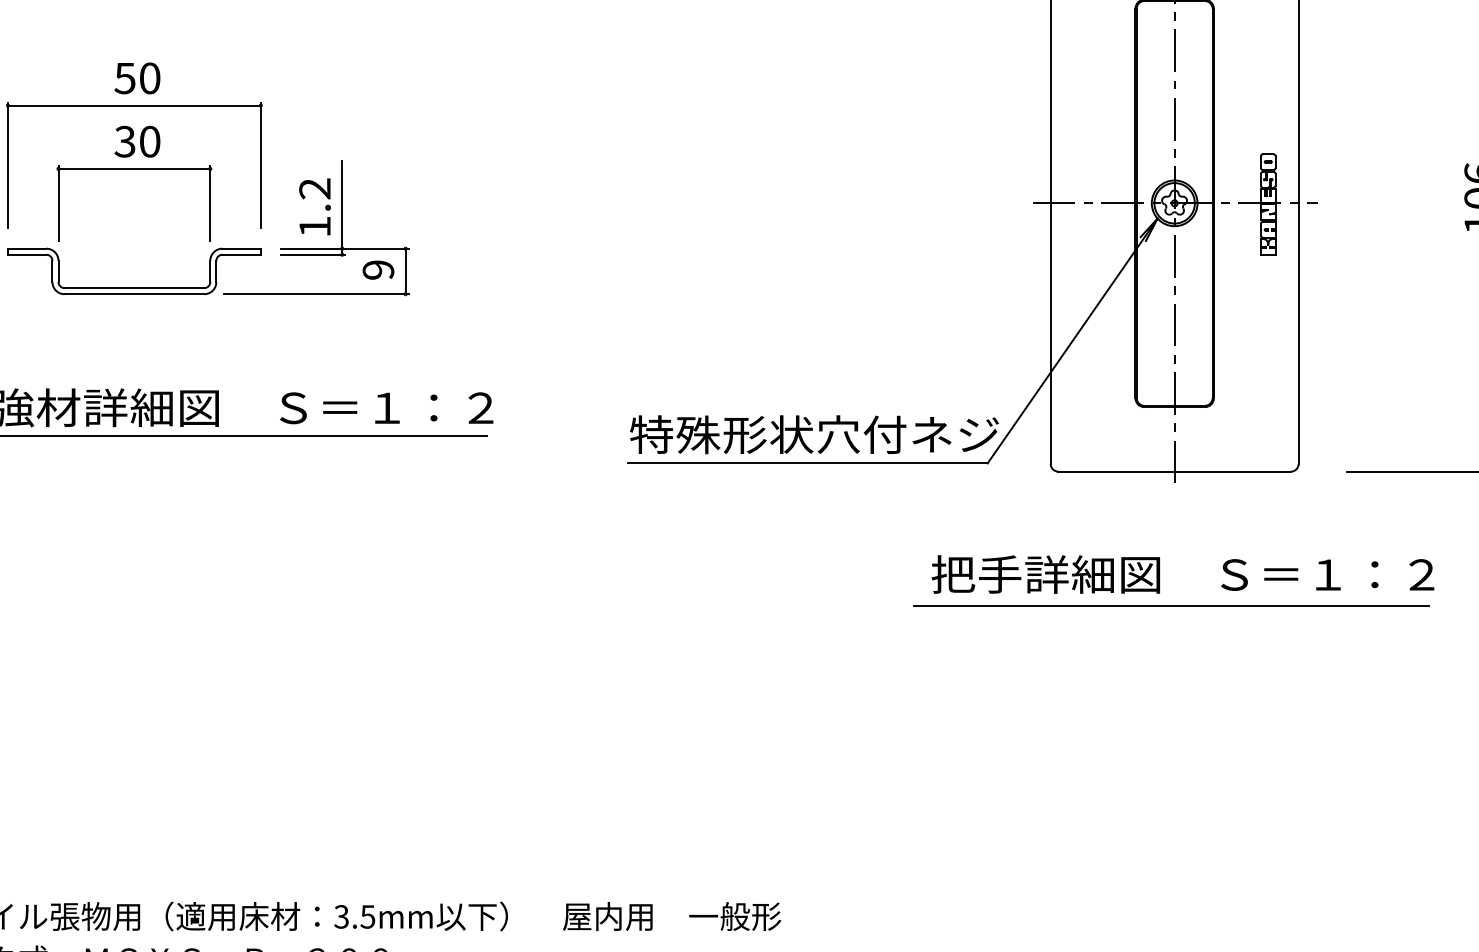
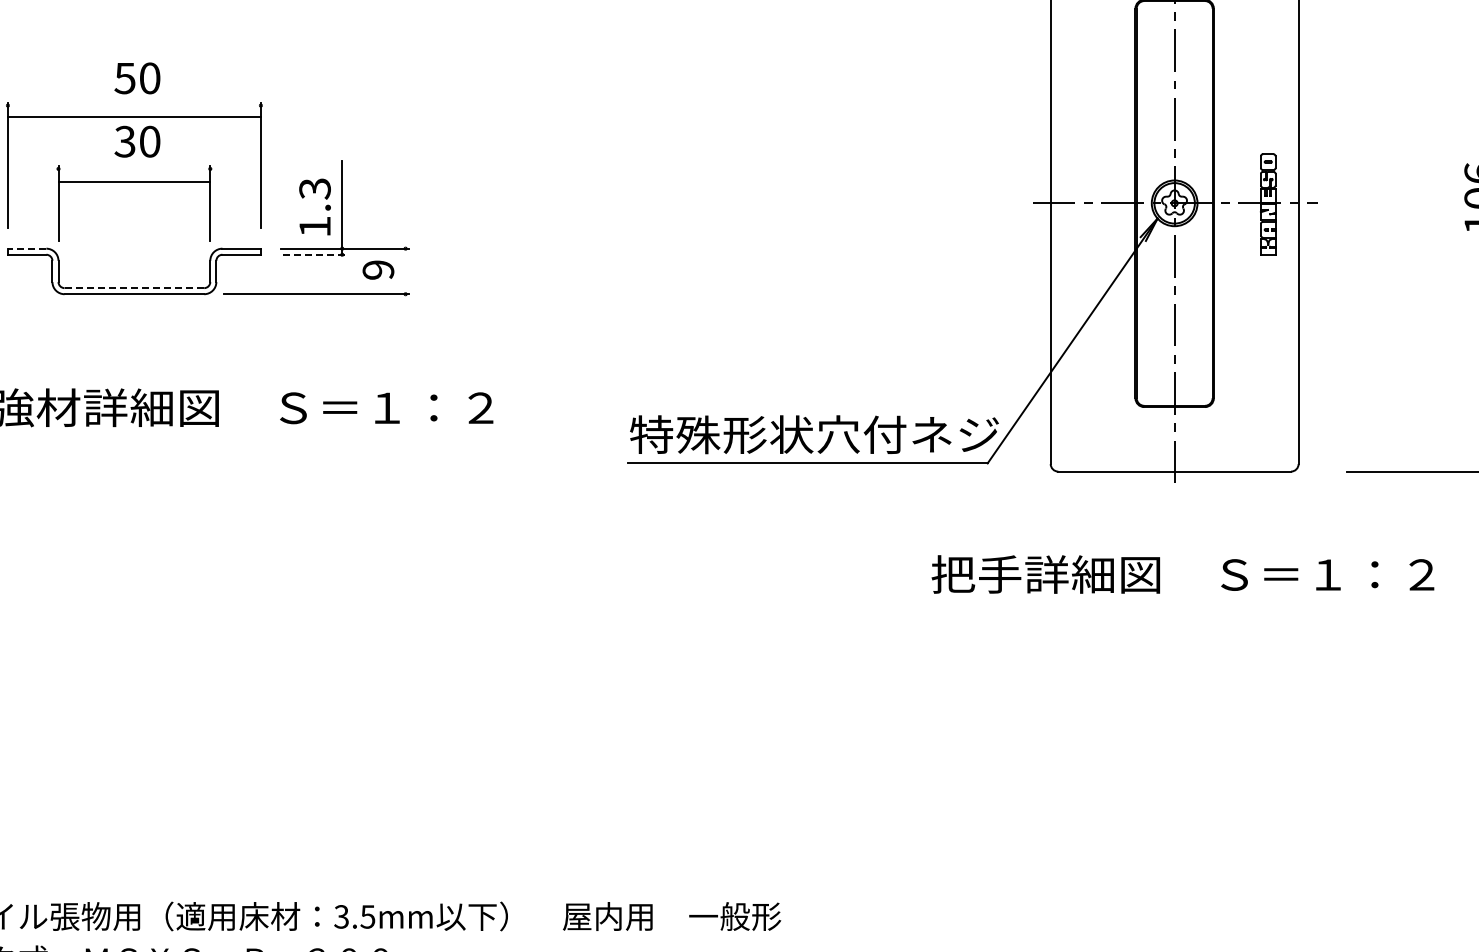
line at (133, 105) position: (133, 105) -> (133, 116)
line at (134, 168) position: (134, 168) -> (134, 181)
text at (314, 188): 1.2 -> 1.3
line at (26, 248): solid -> dashed
line at (312, 254): solid -> dashed
line at (405, 271): present -> none
line at (134, 288): solid -> dashed
line at (244, 436): present -> none
line at (1171, 606): present -> none
